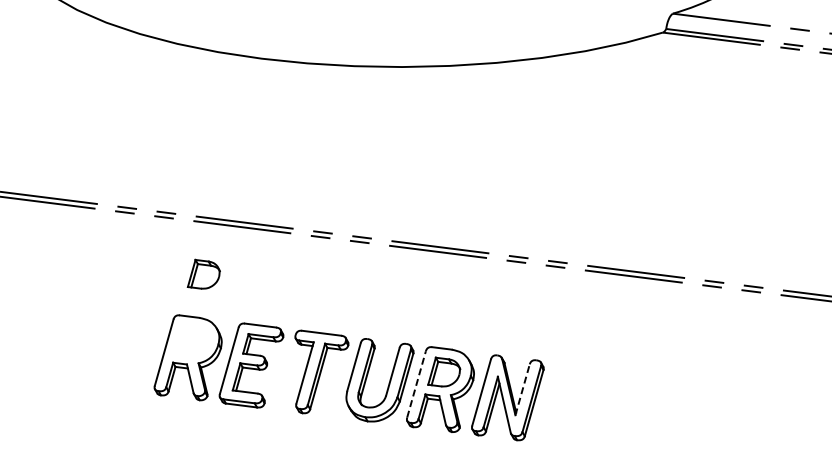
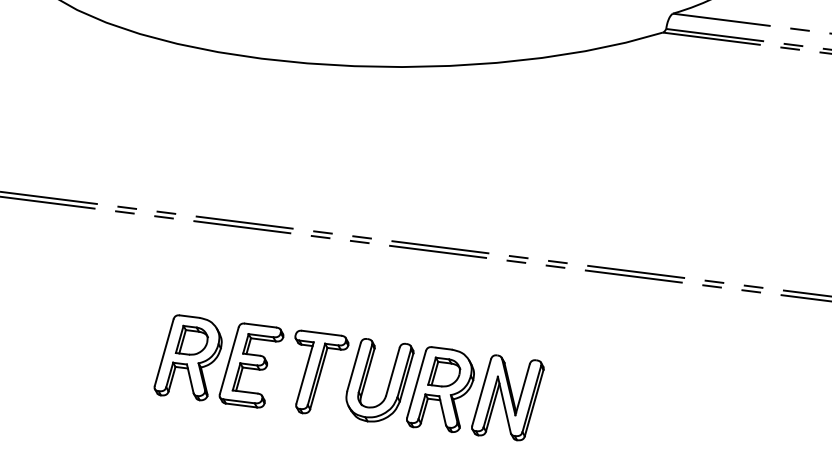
part at (203, 273) position: (203, 273) -> (191, 339)
line at (416, 383): dashed -> solid
line at (522, 389): dashed -> solid
